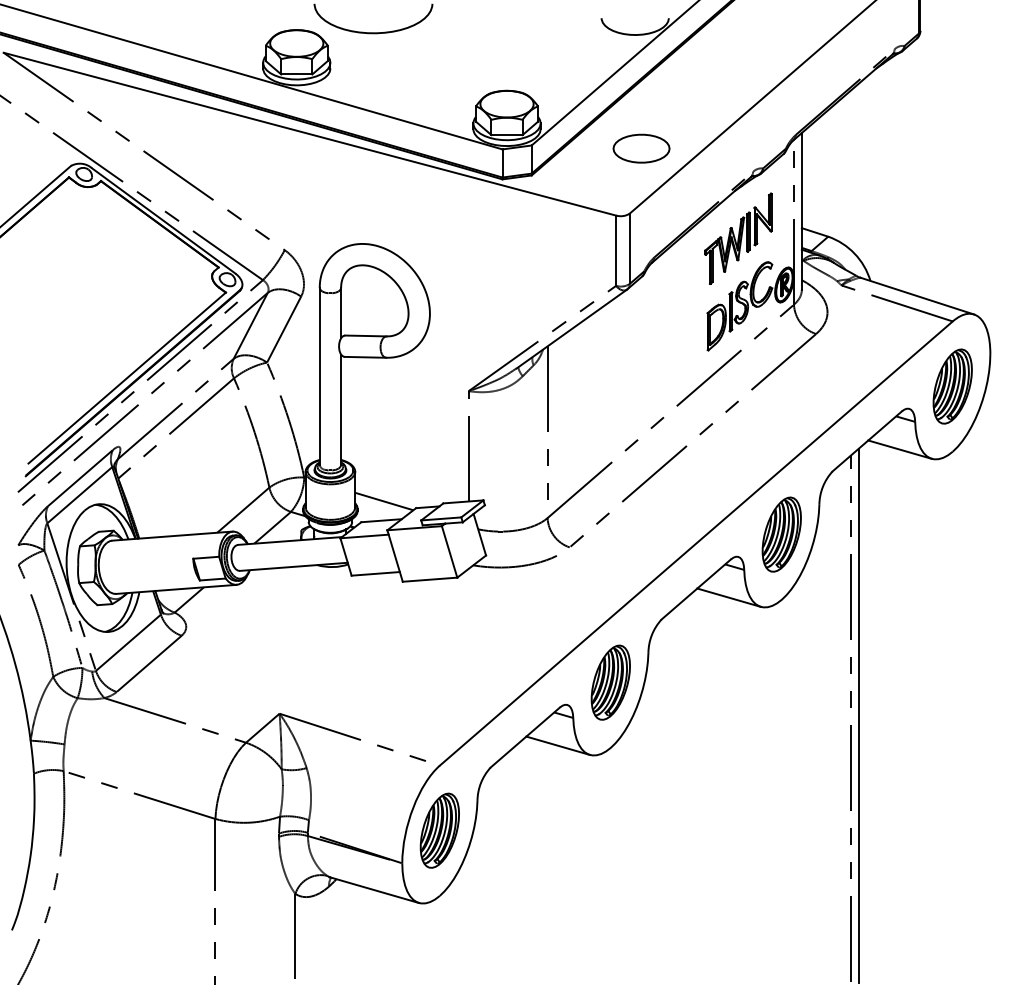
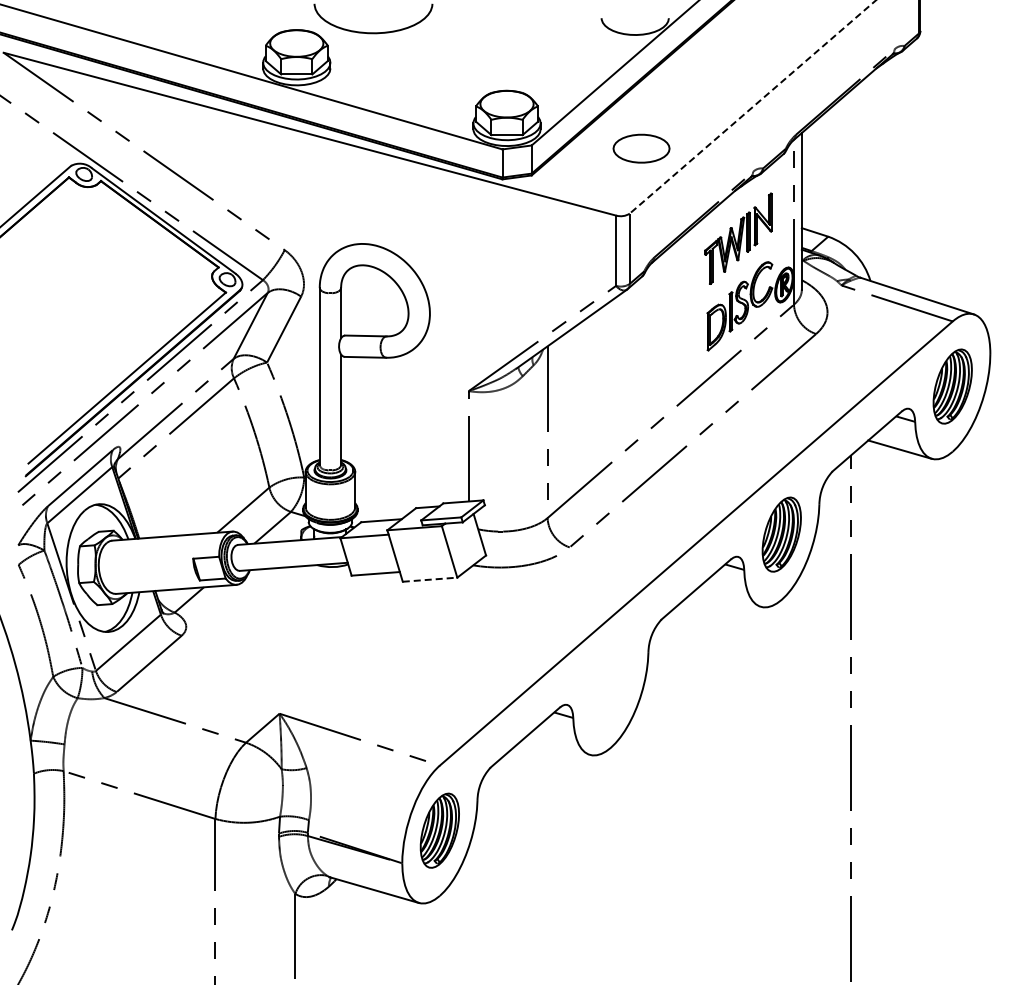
line at (752, 107): solid -> dashed
line at (384, 501): present -> none
line at (430, 579): solid -> dashed
line at (728, 597): present -> none
part at (610, 682): present -> none
line at (858, 714): present -> none
line at (557, 745): present -> none
